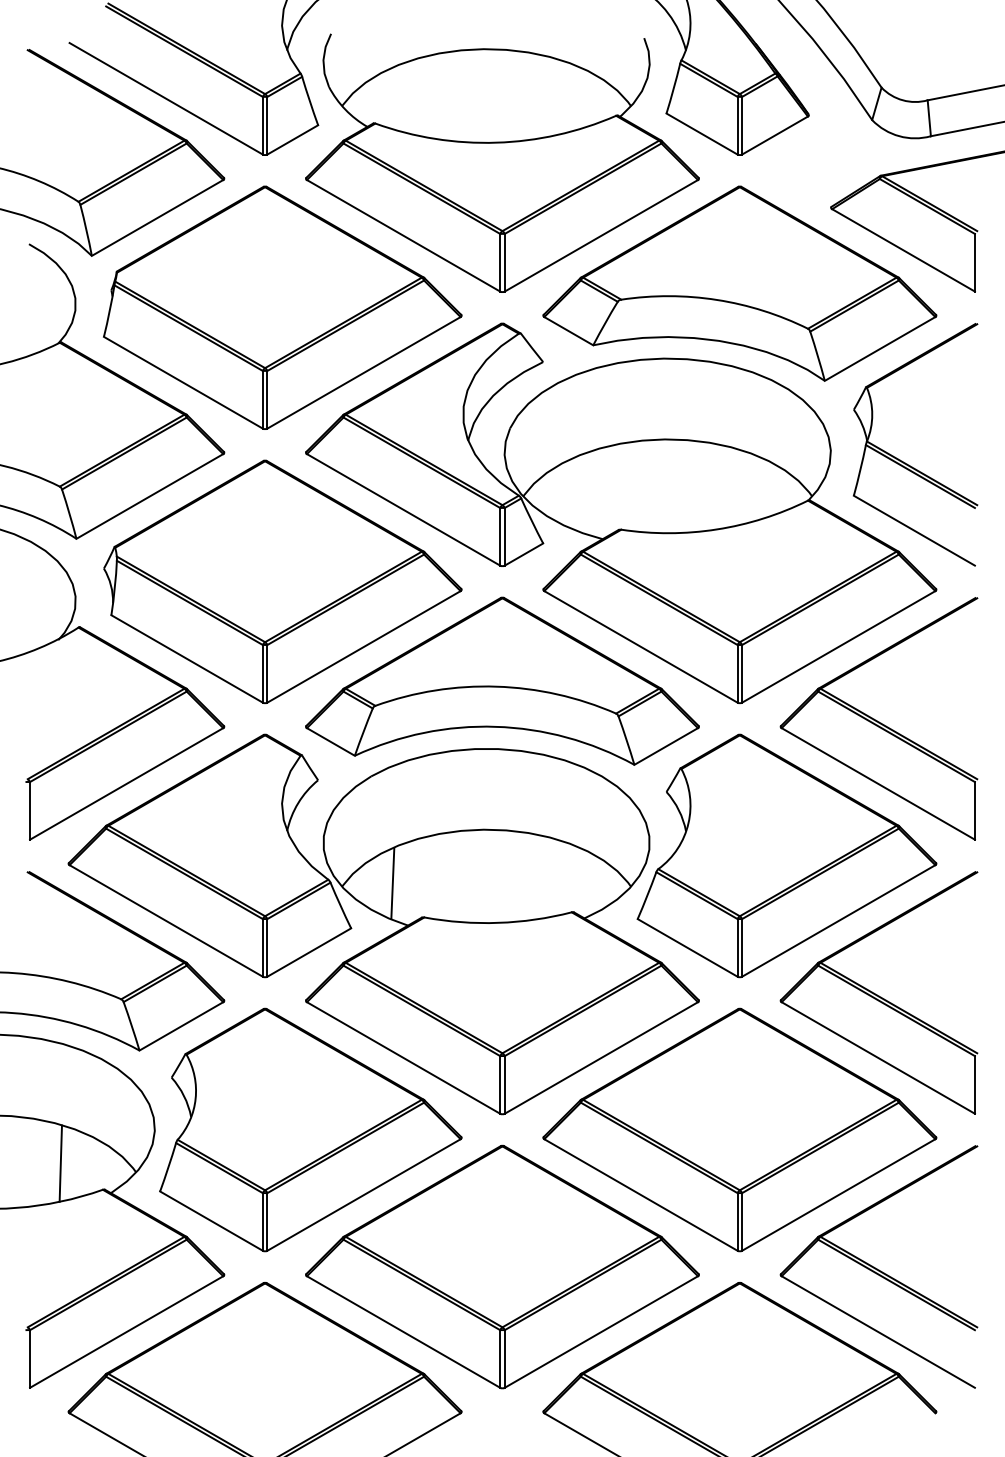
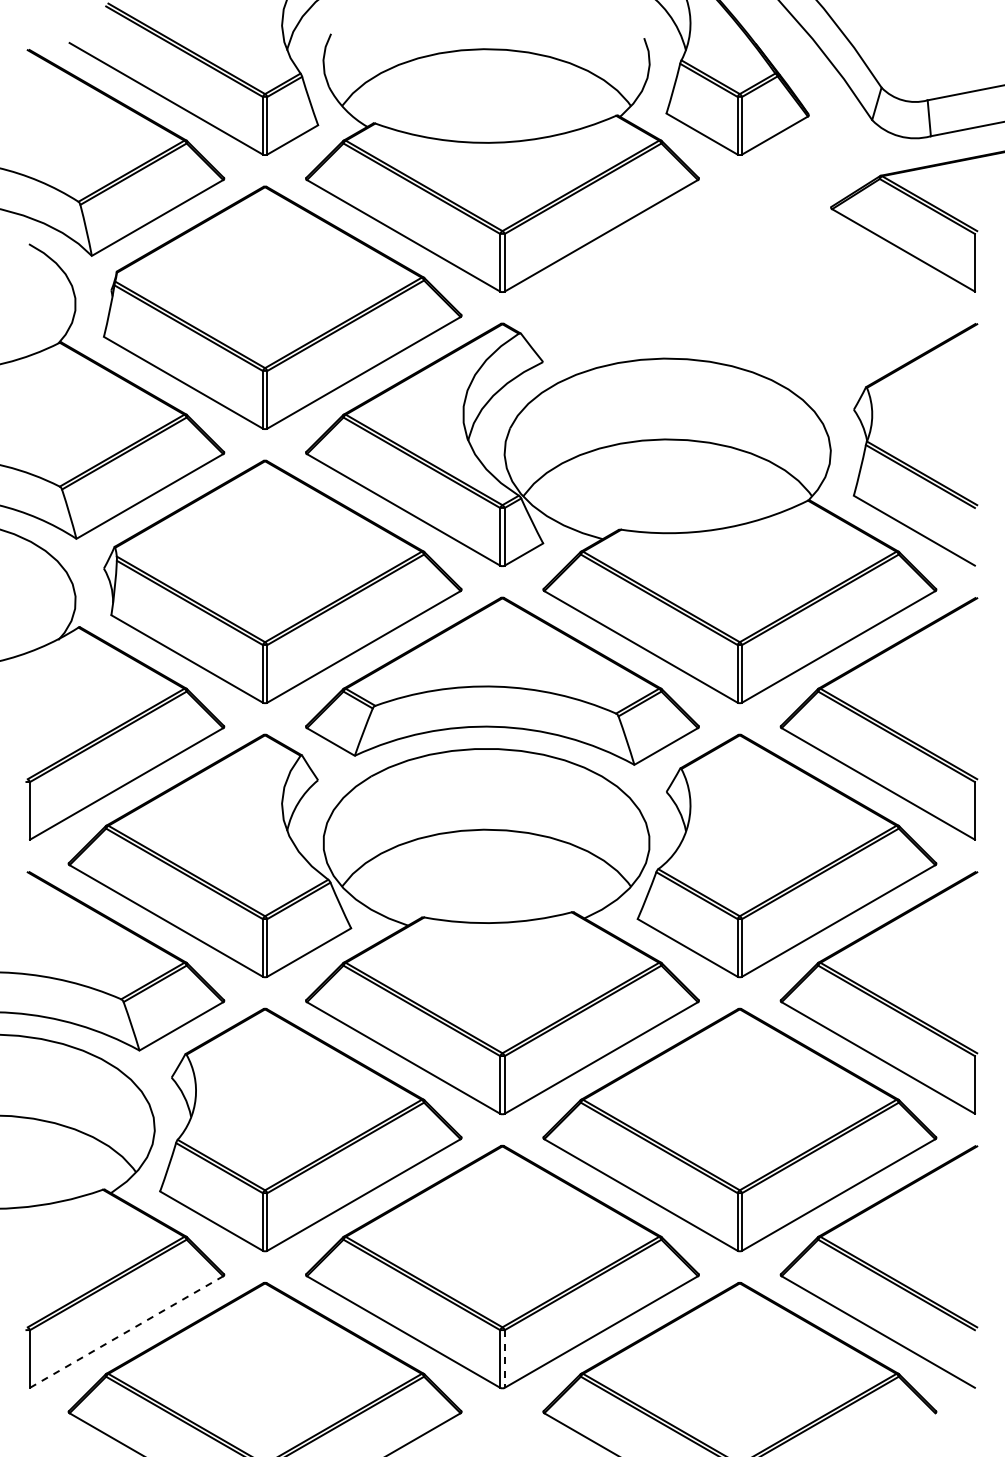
part at (739, 283): present -> none
line at (392, 883): present -> none
line at (60, 1163): present -> none
line at (126, 1332): solid -> dashed
line at (504, 1358): solid -> dashed
